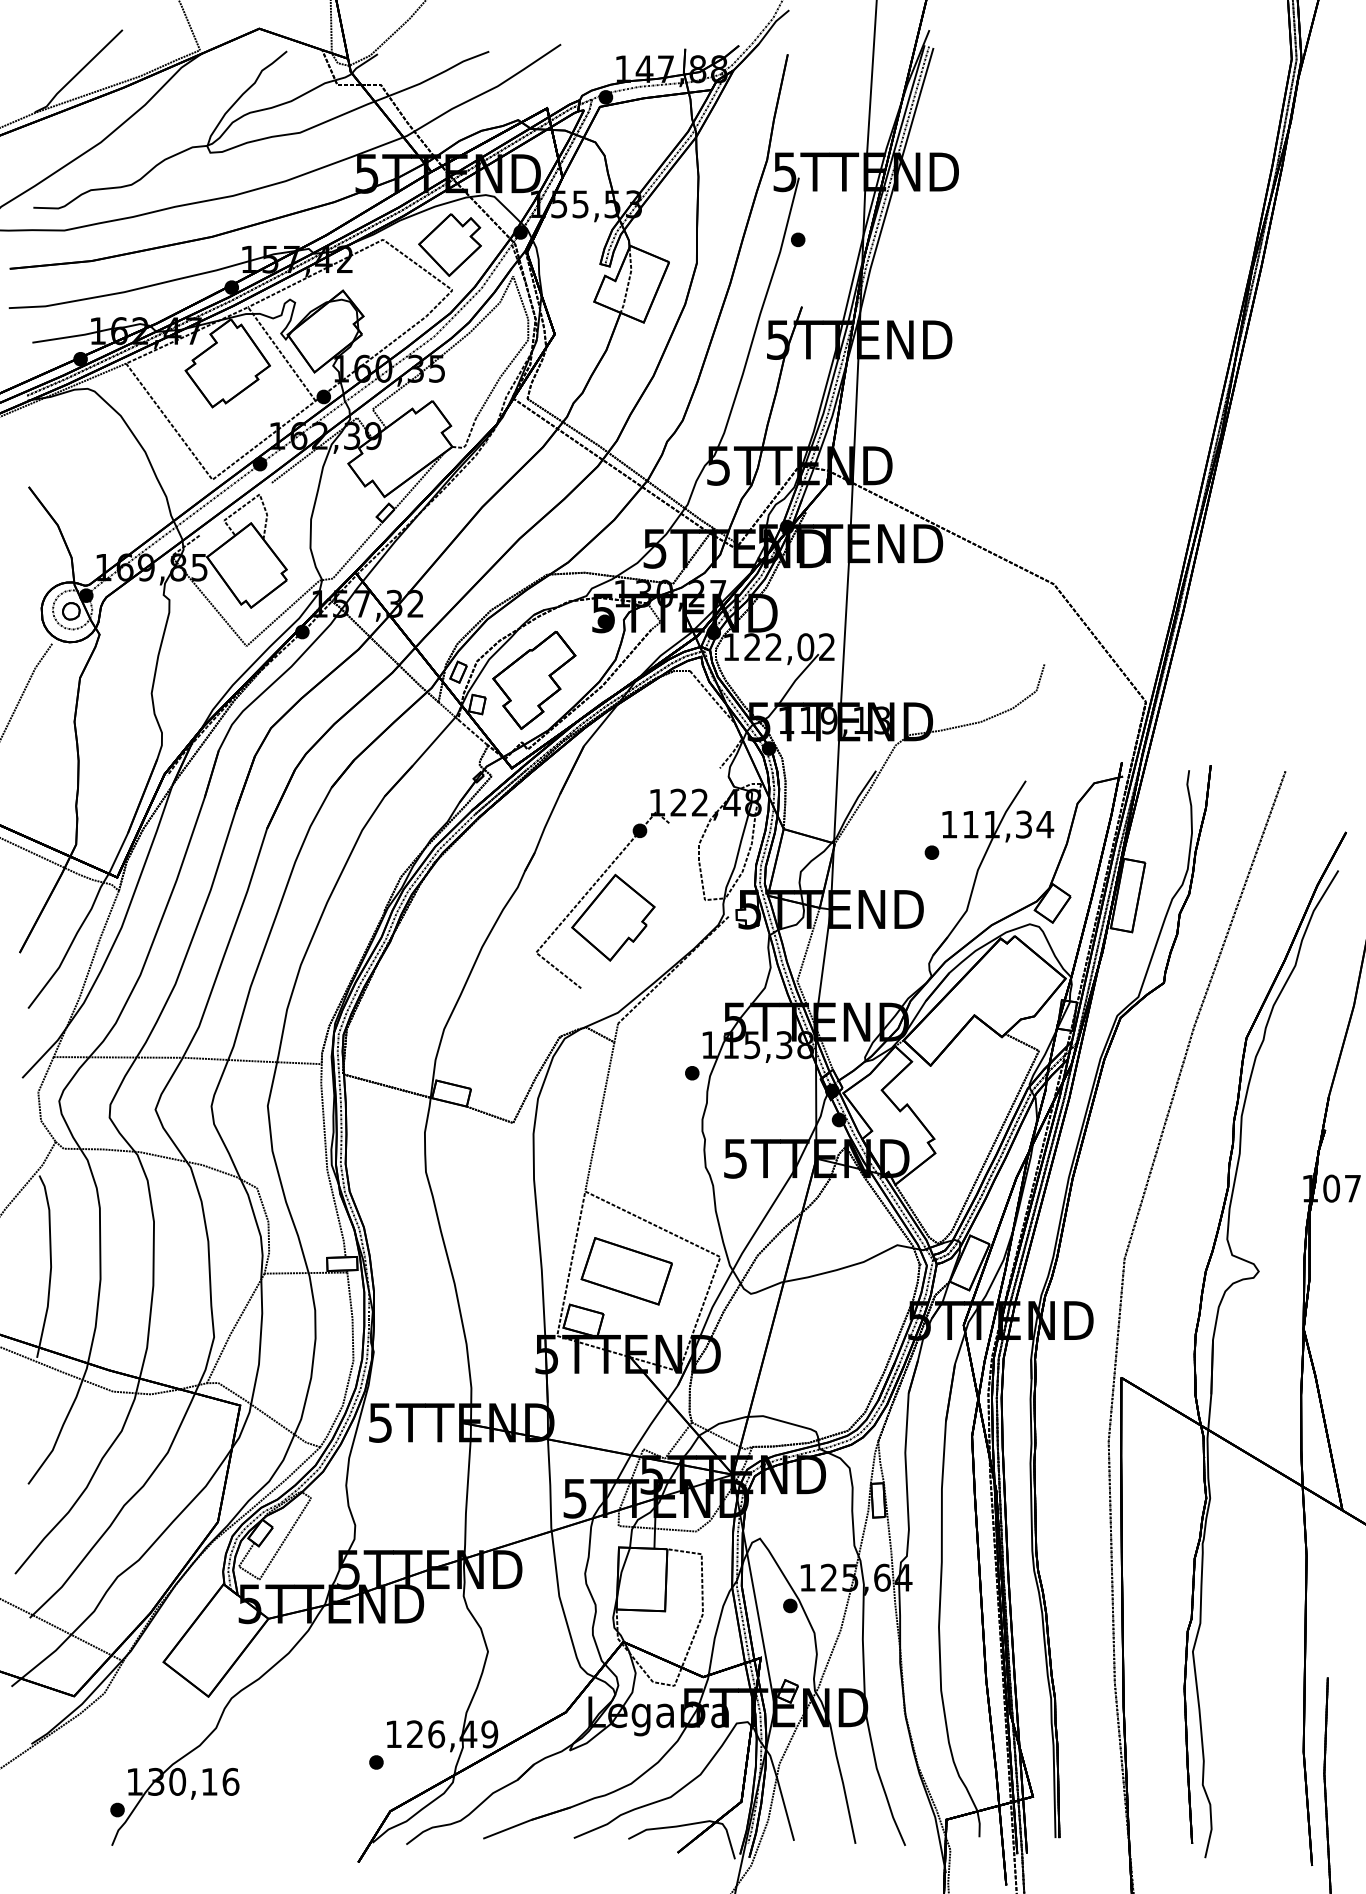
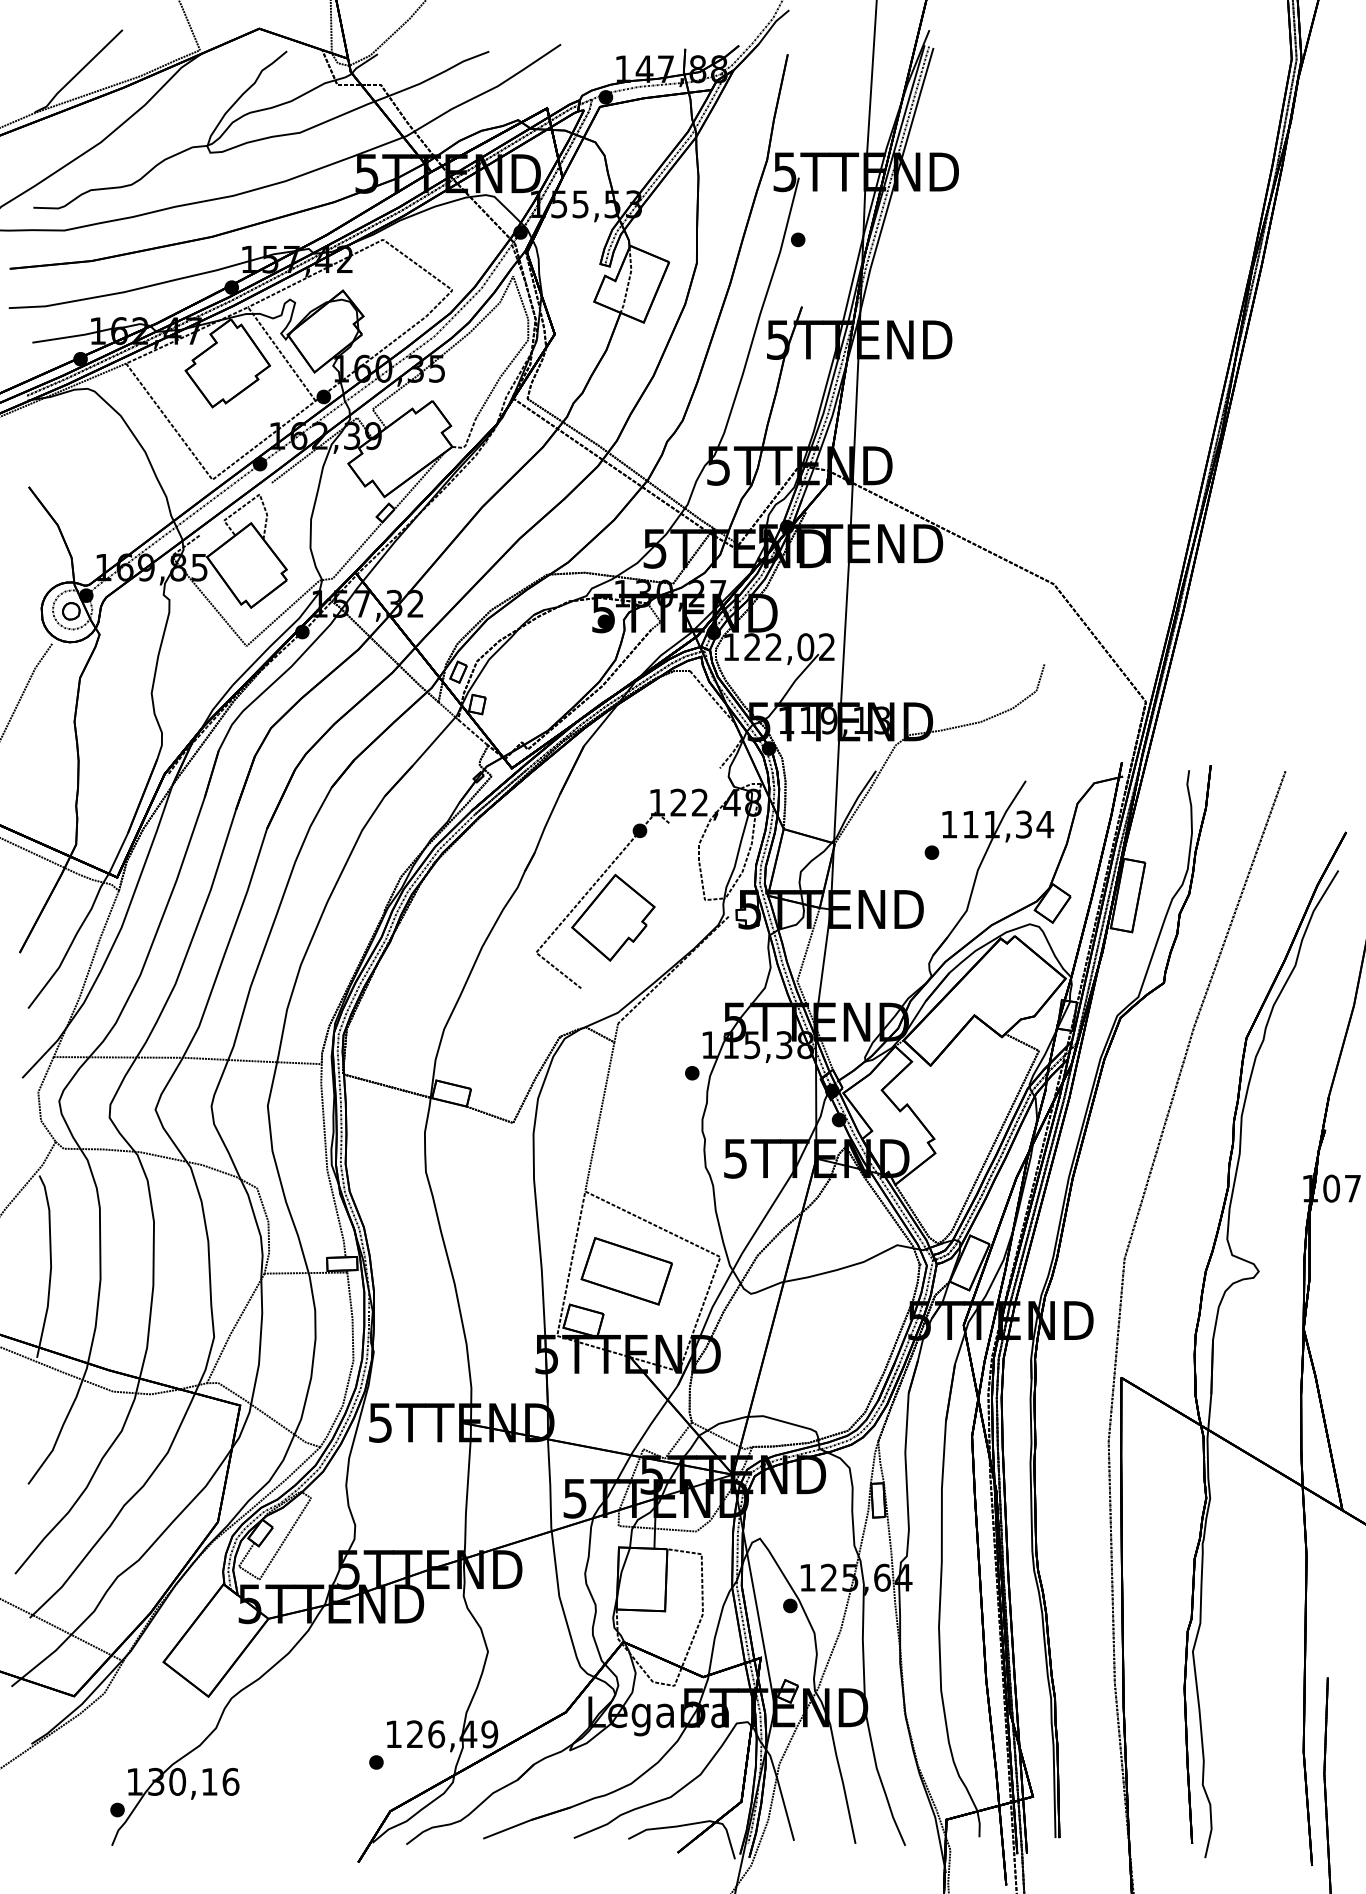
part at (449, 244): present -> none
part at (534, 679): present -> none
